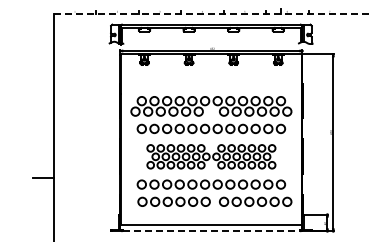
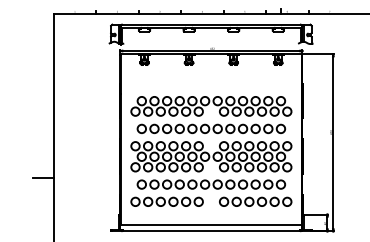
line at (211, 13): dashed -> solid
part at (211, 156) size: 131x26 px -> 163x32 px
part at (173, 201) position: (173, 201) -> (166, 201)
line at (211, 231): dashed -> solid
